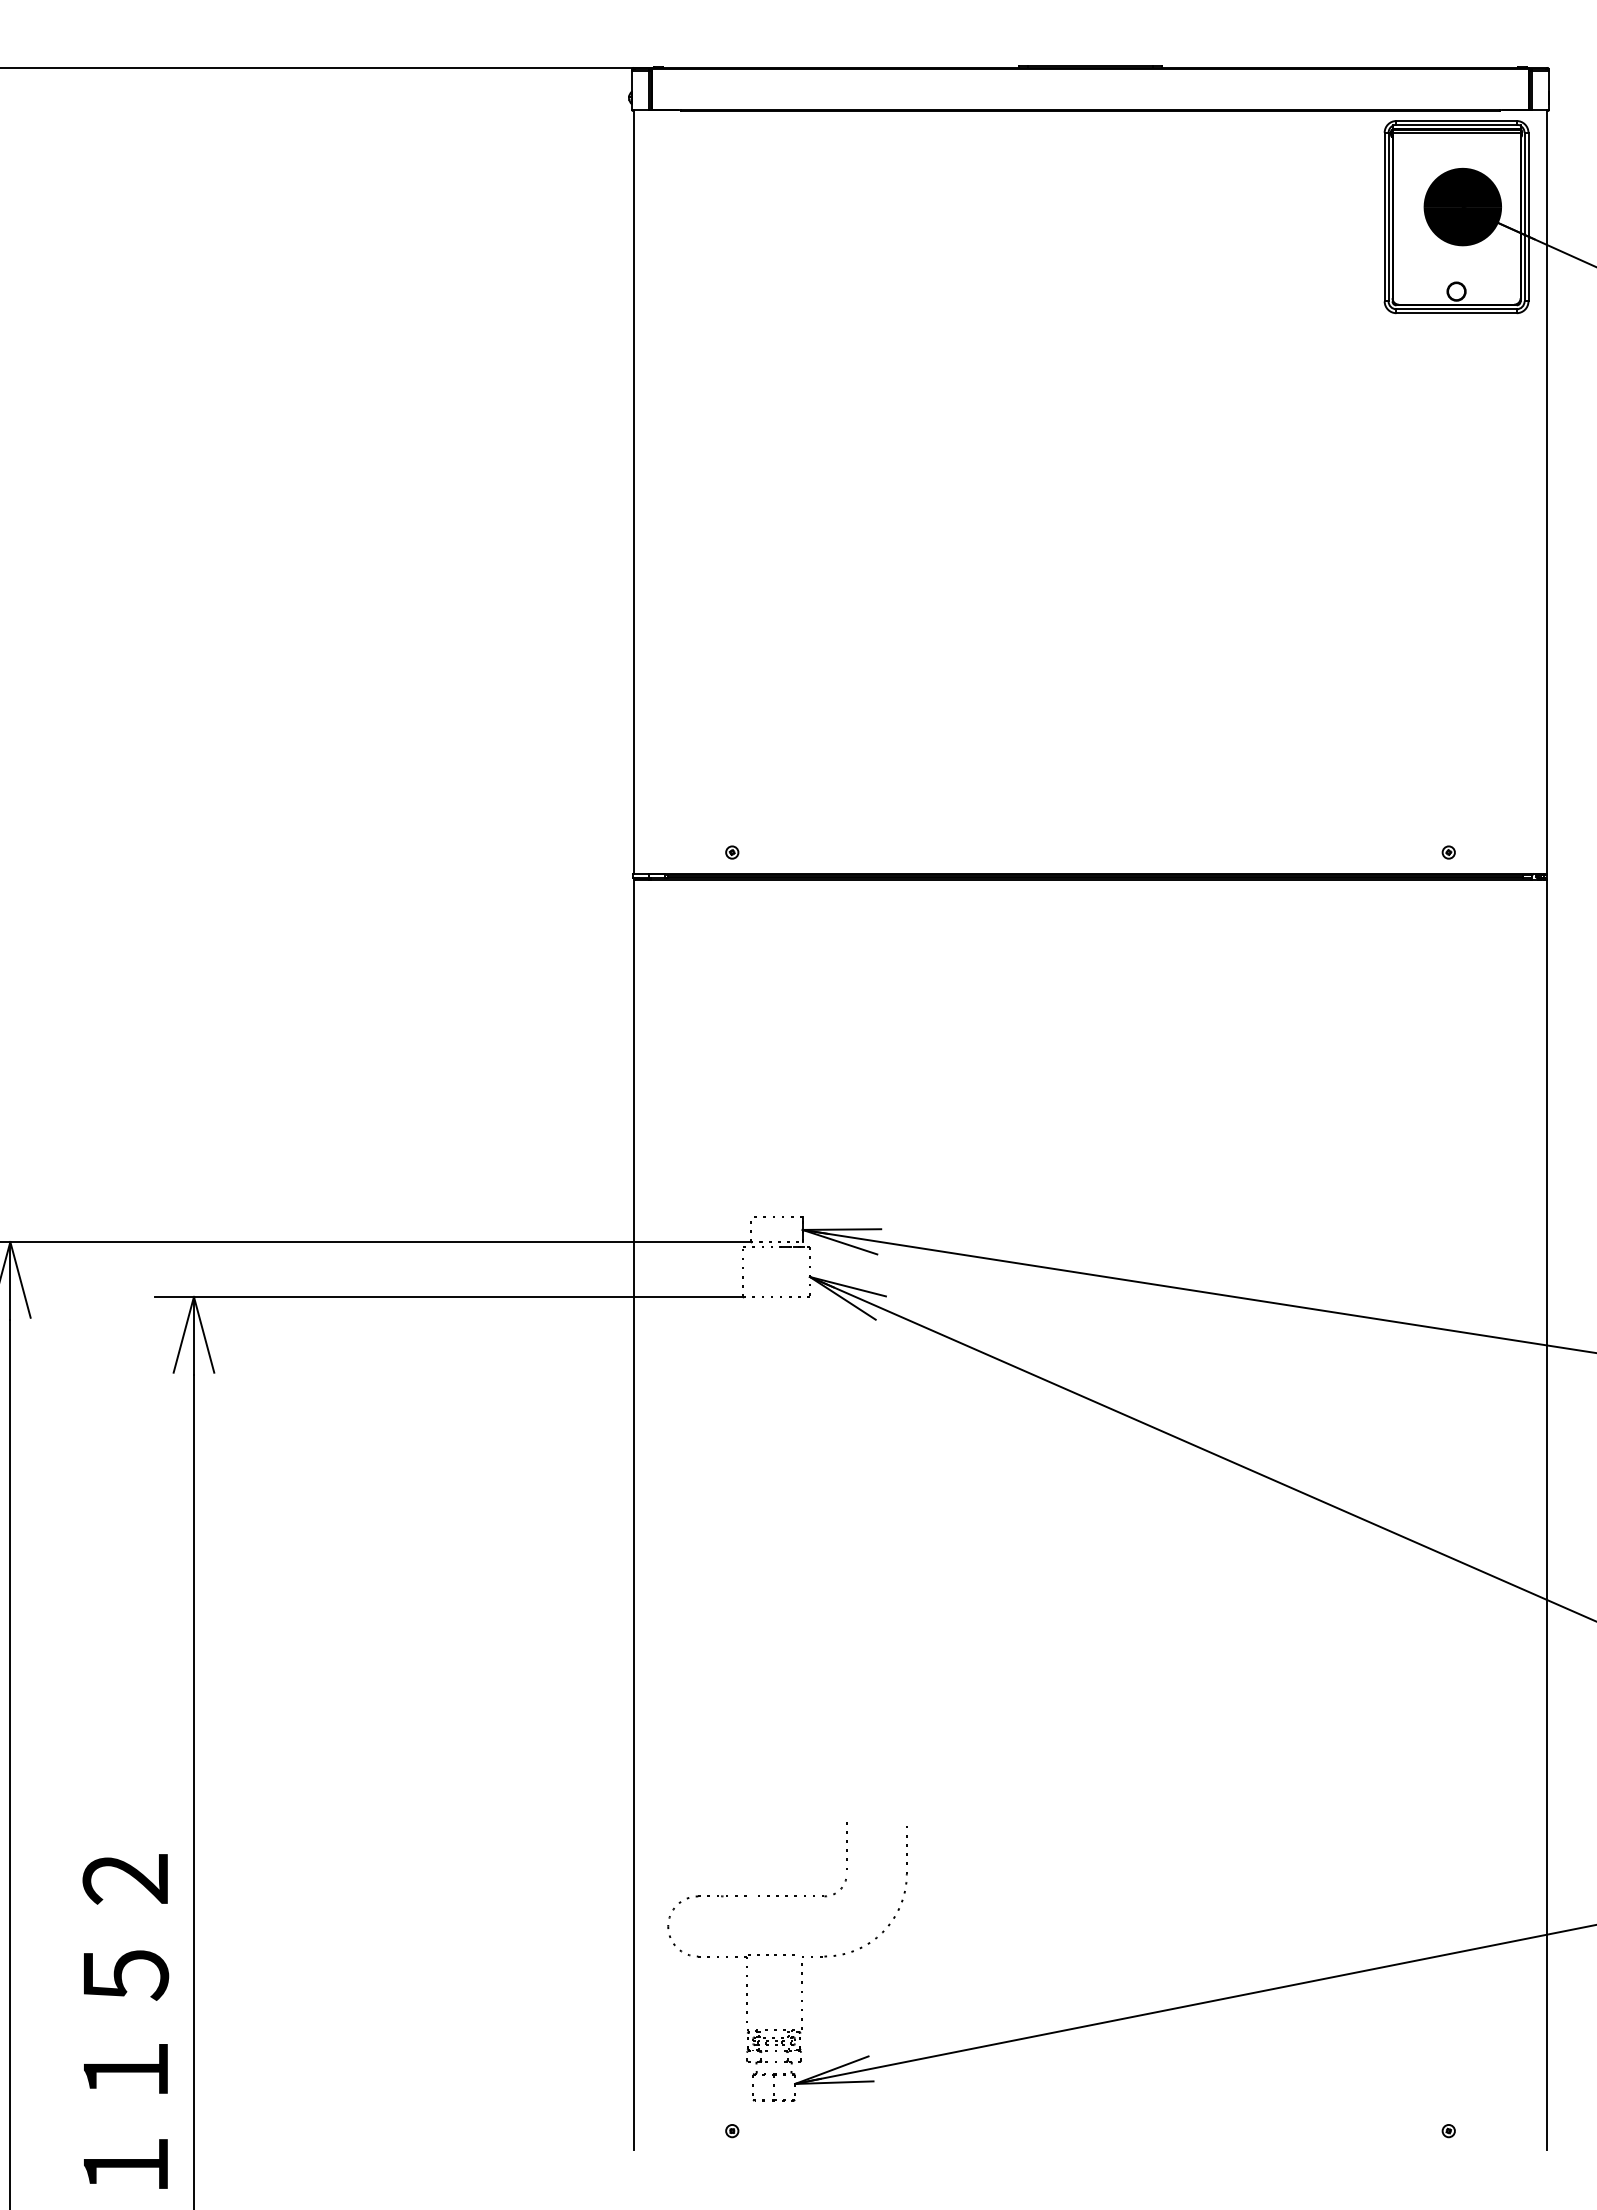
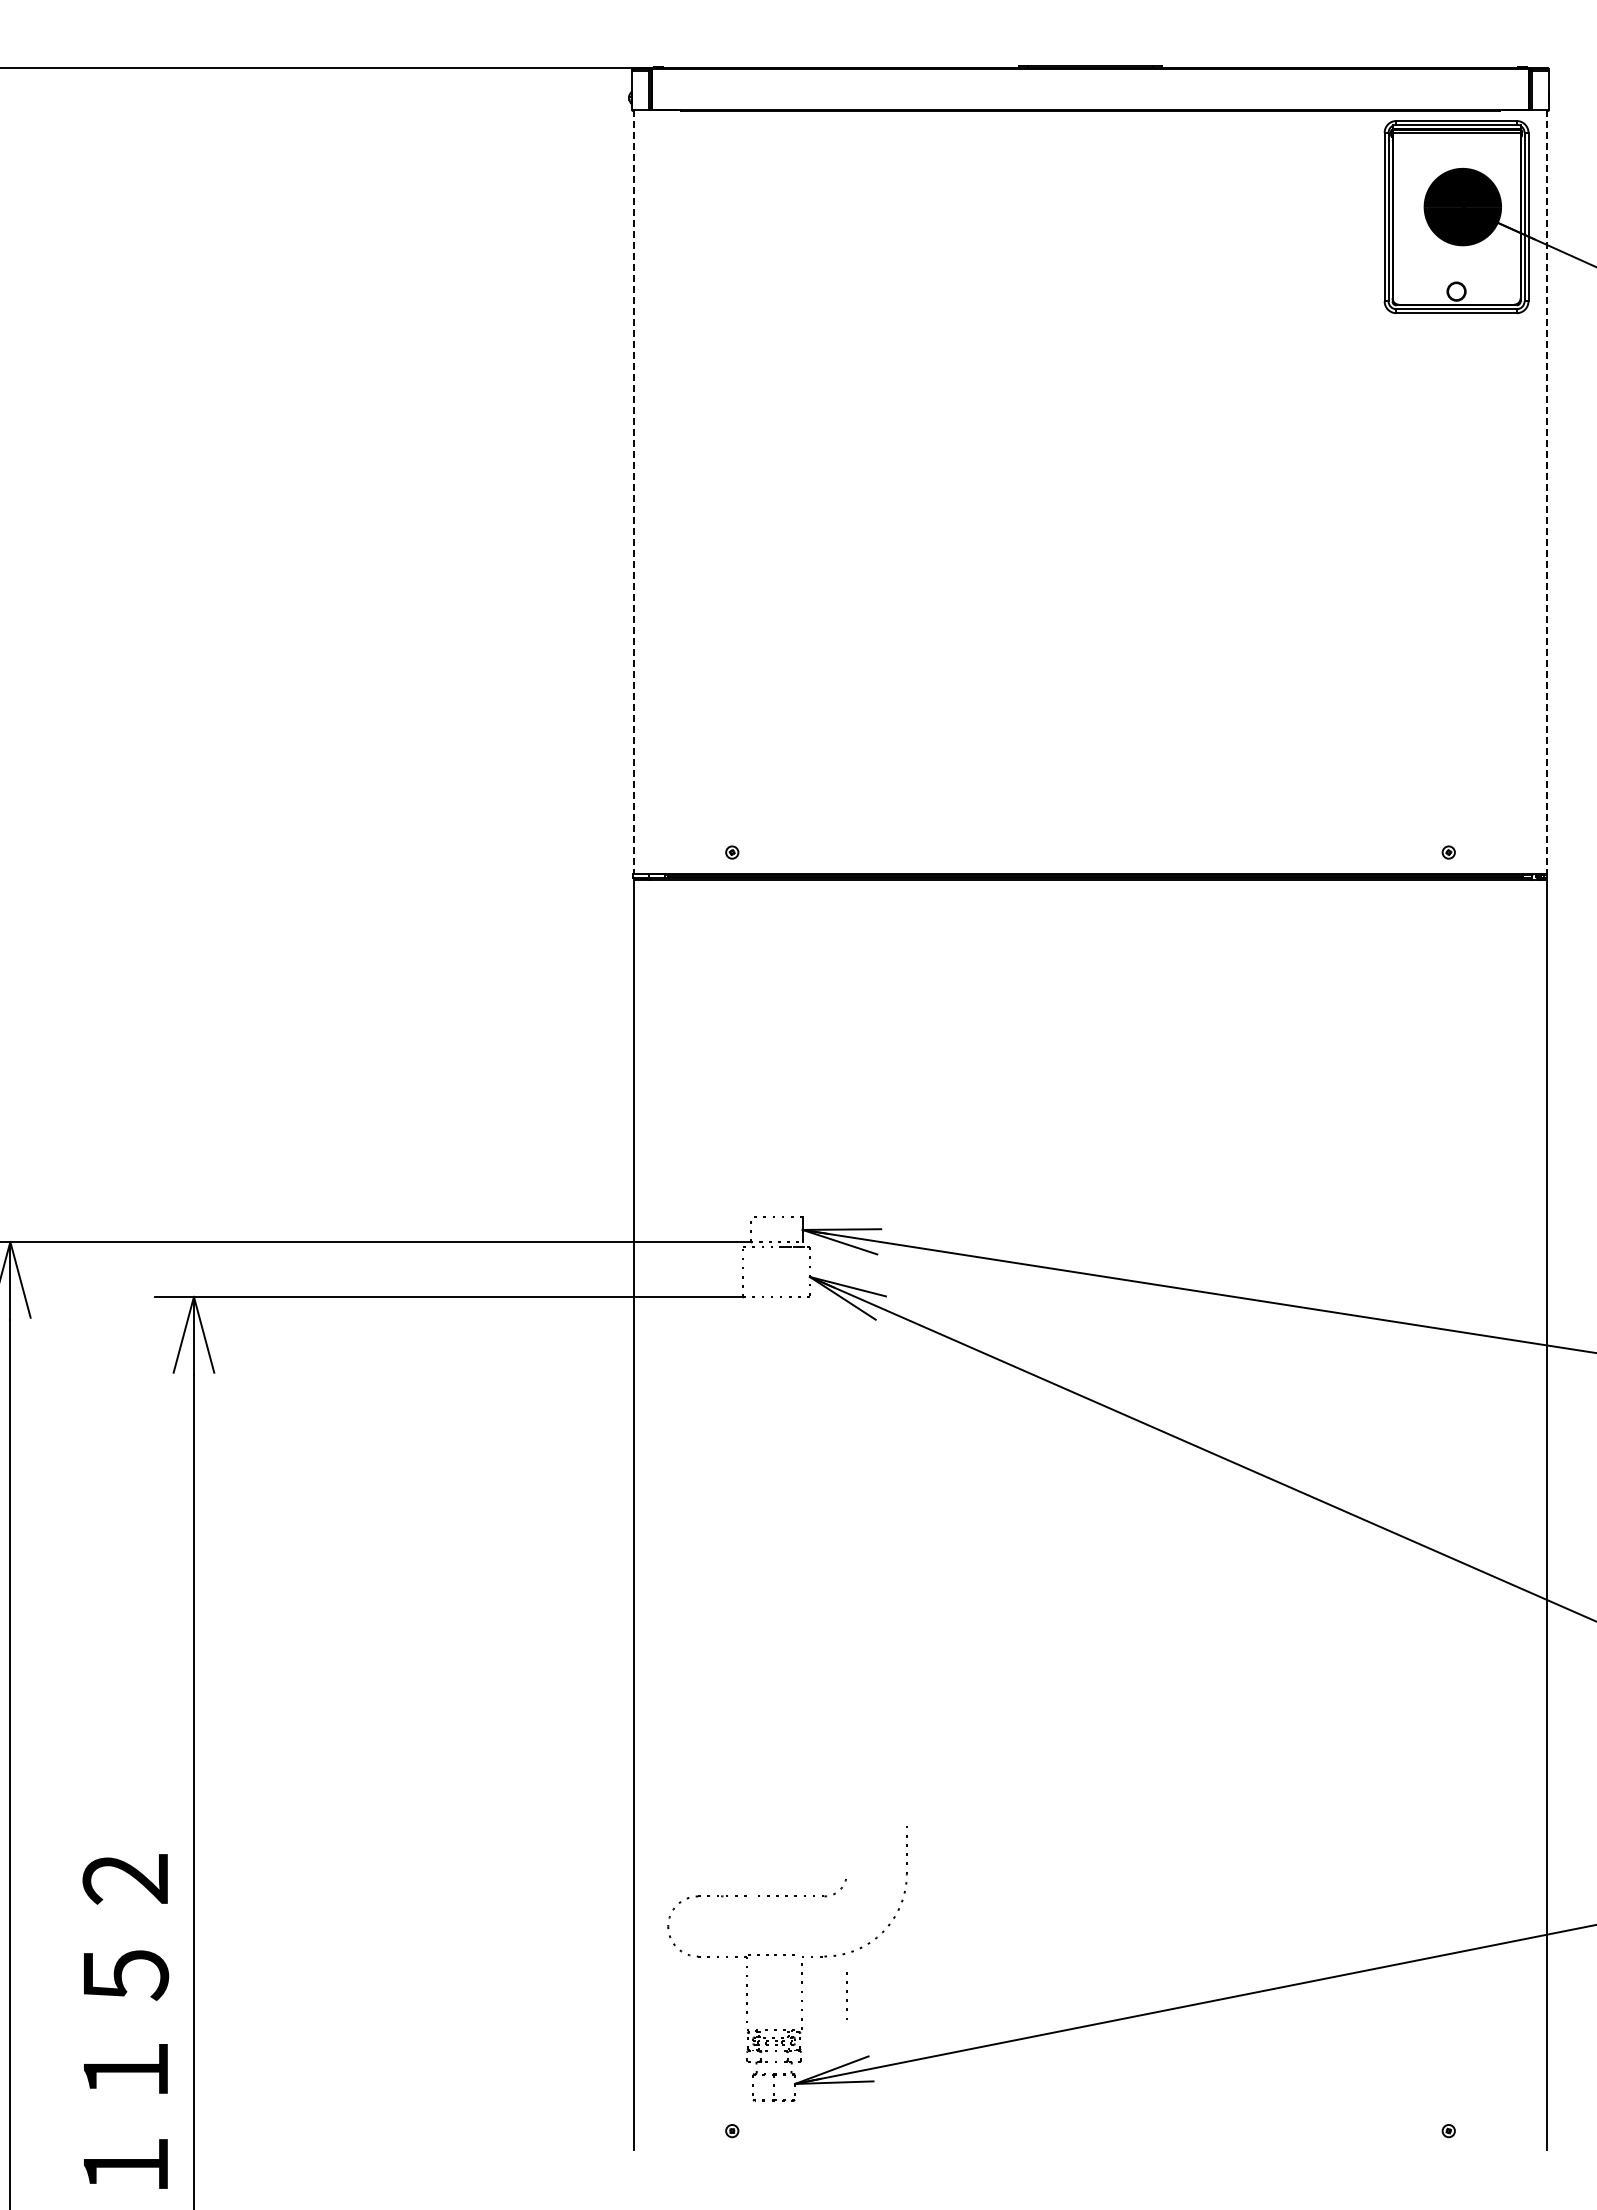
line at (634, 492): solid -> dashed
line at (1546, 492): solid -> dashed
line at (846, 1842) position: (846, 1842) -> (846, 1992)
